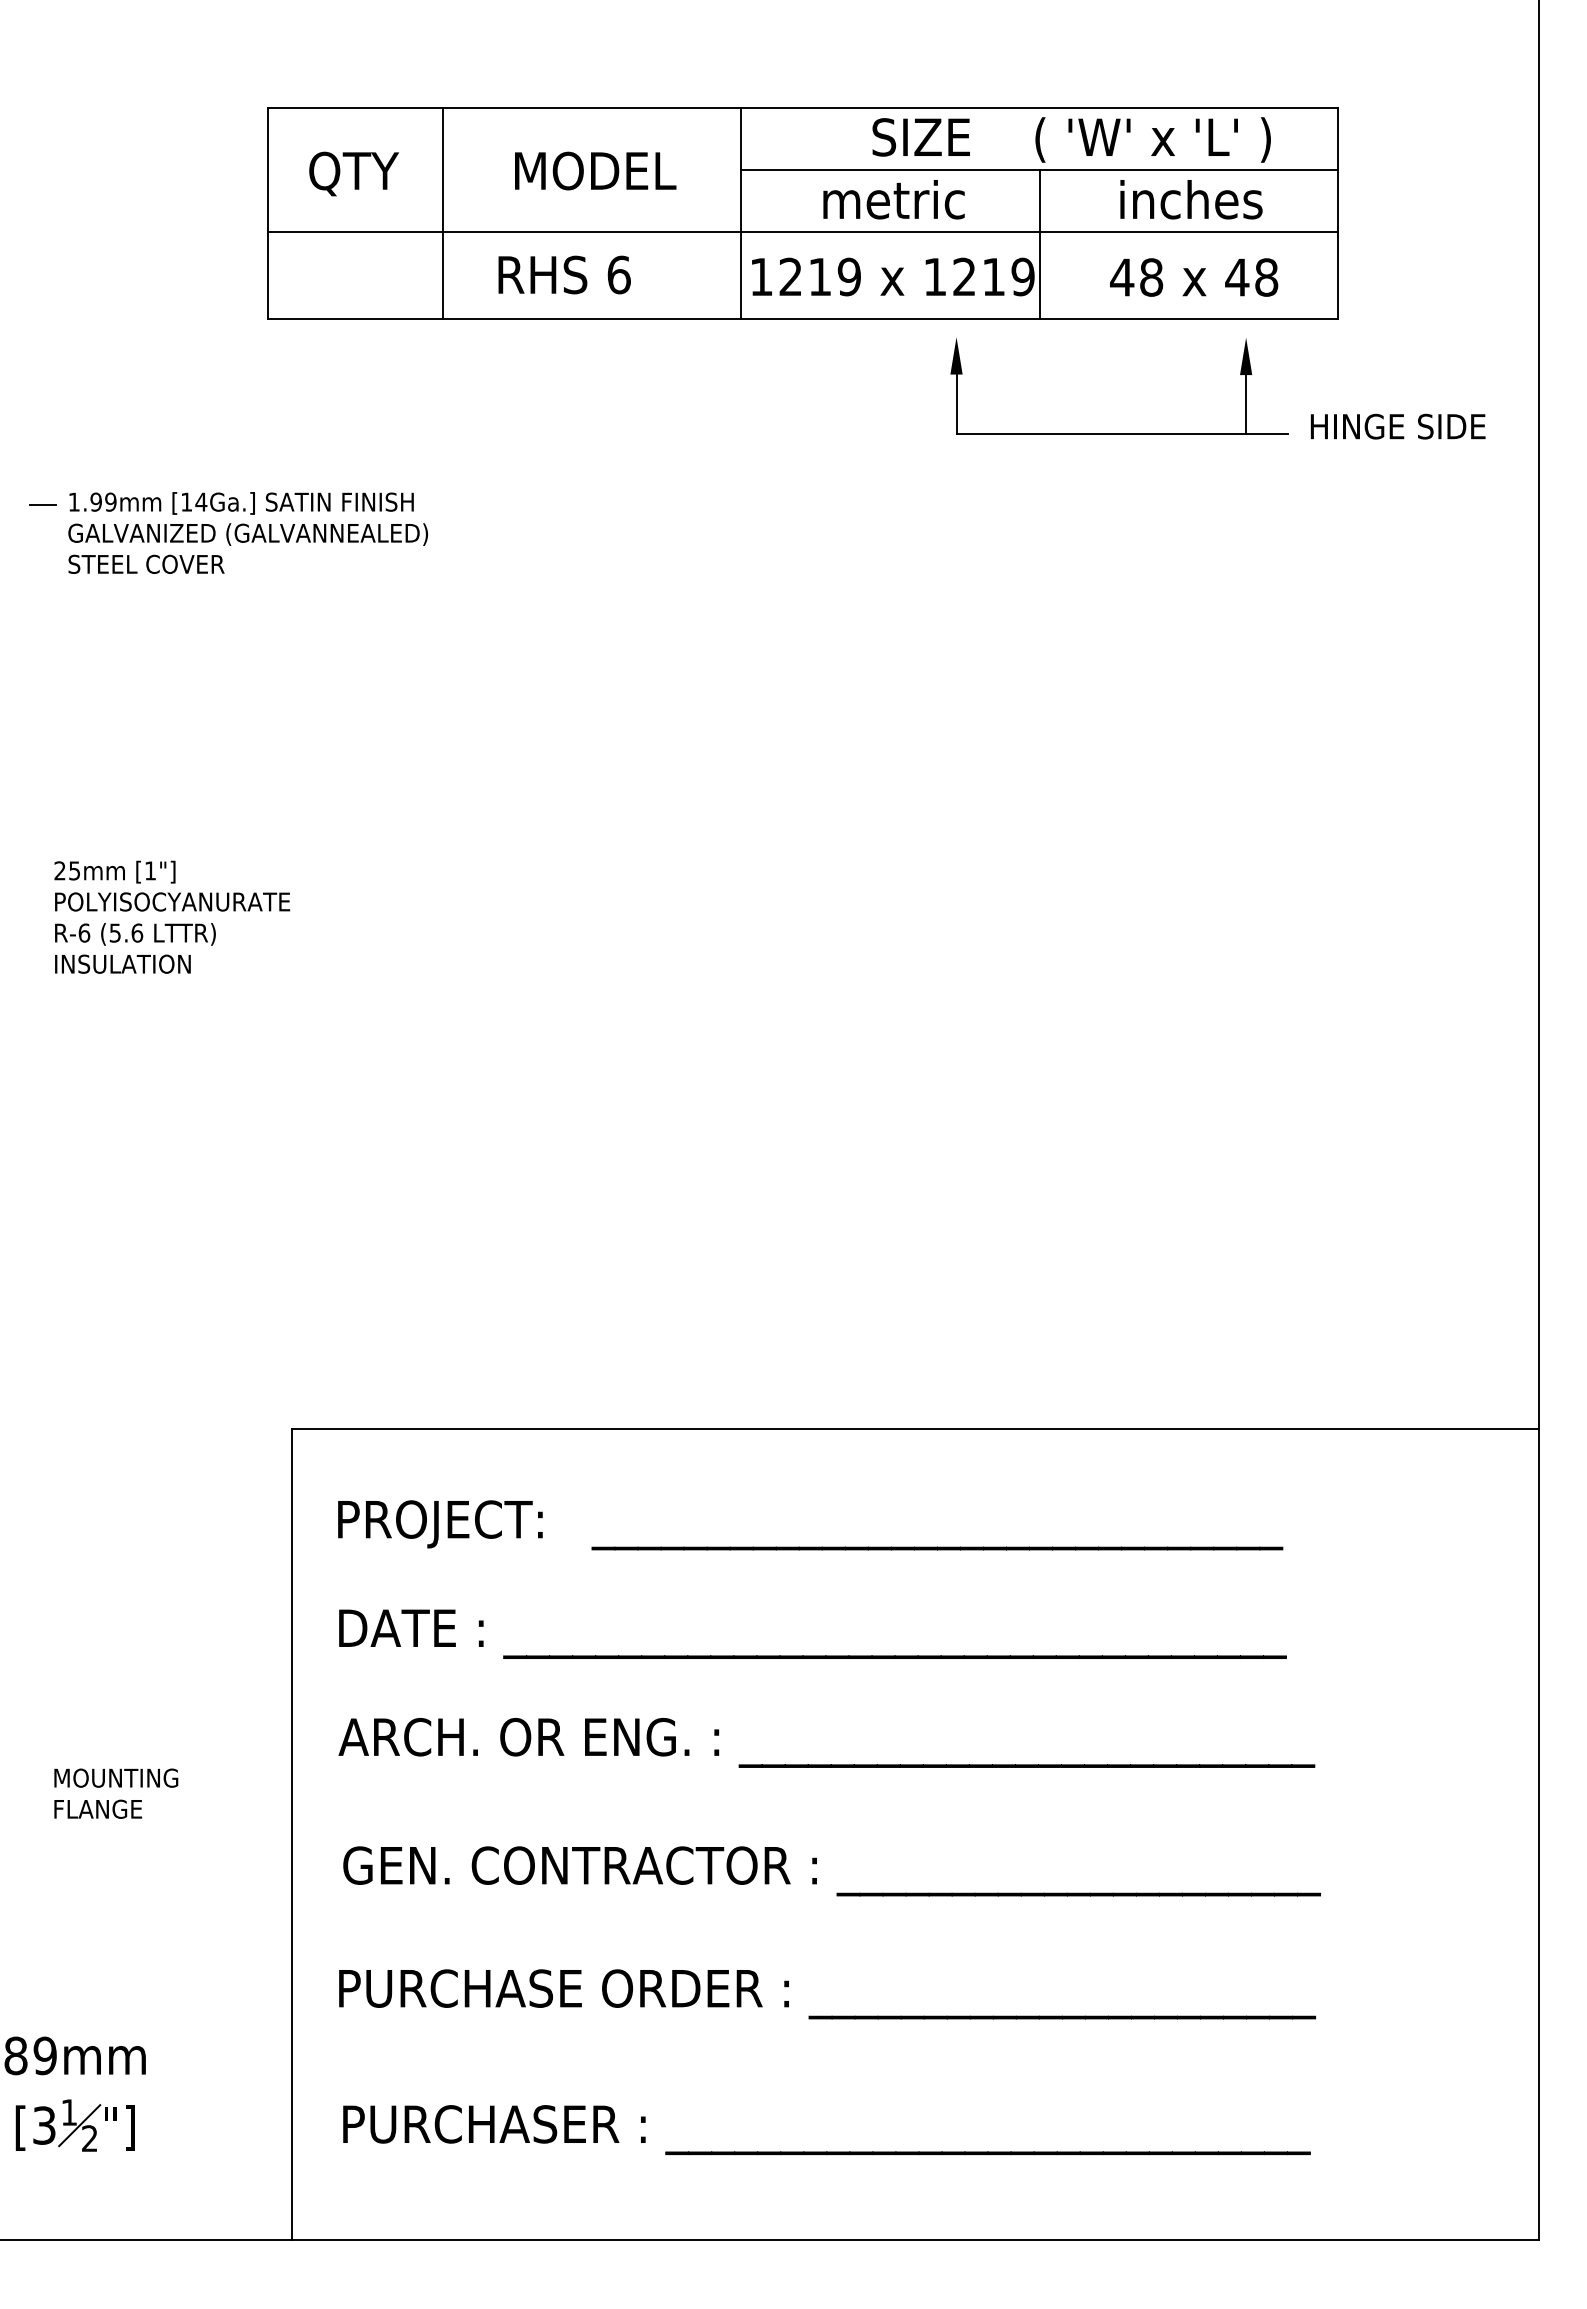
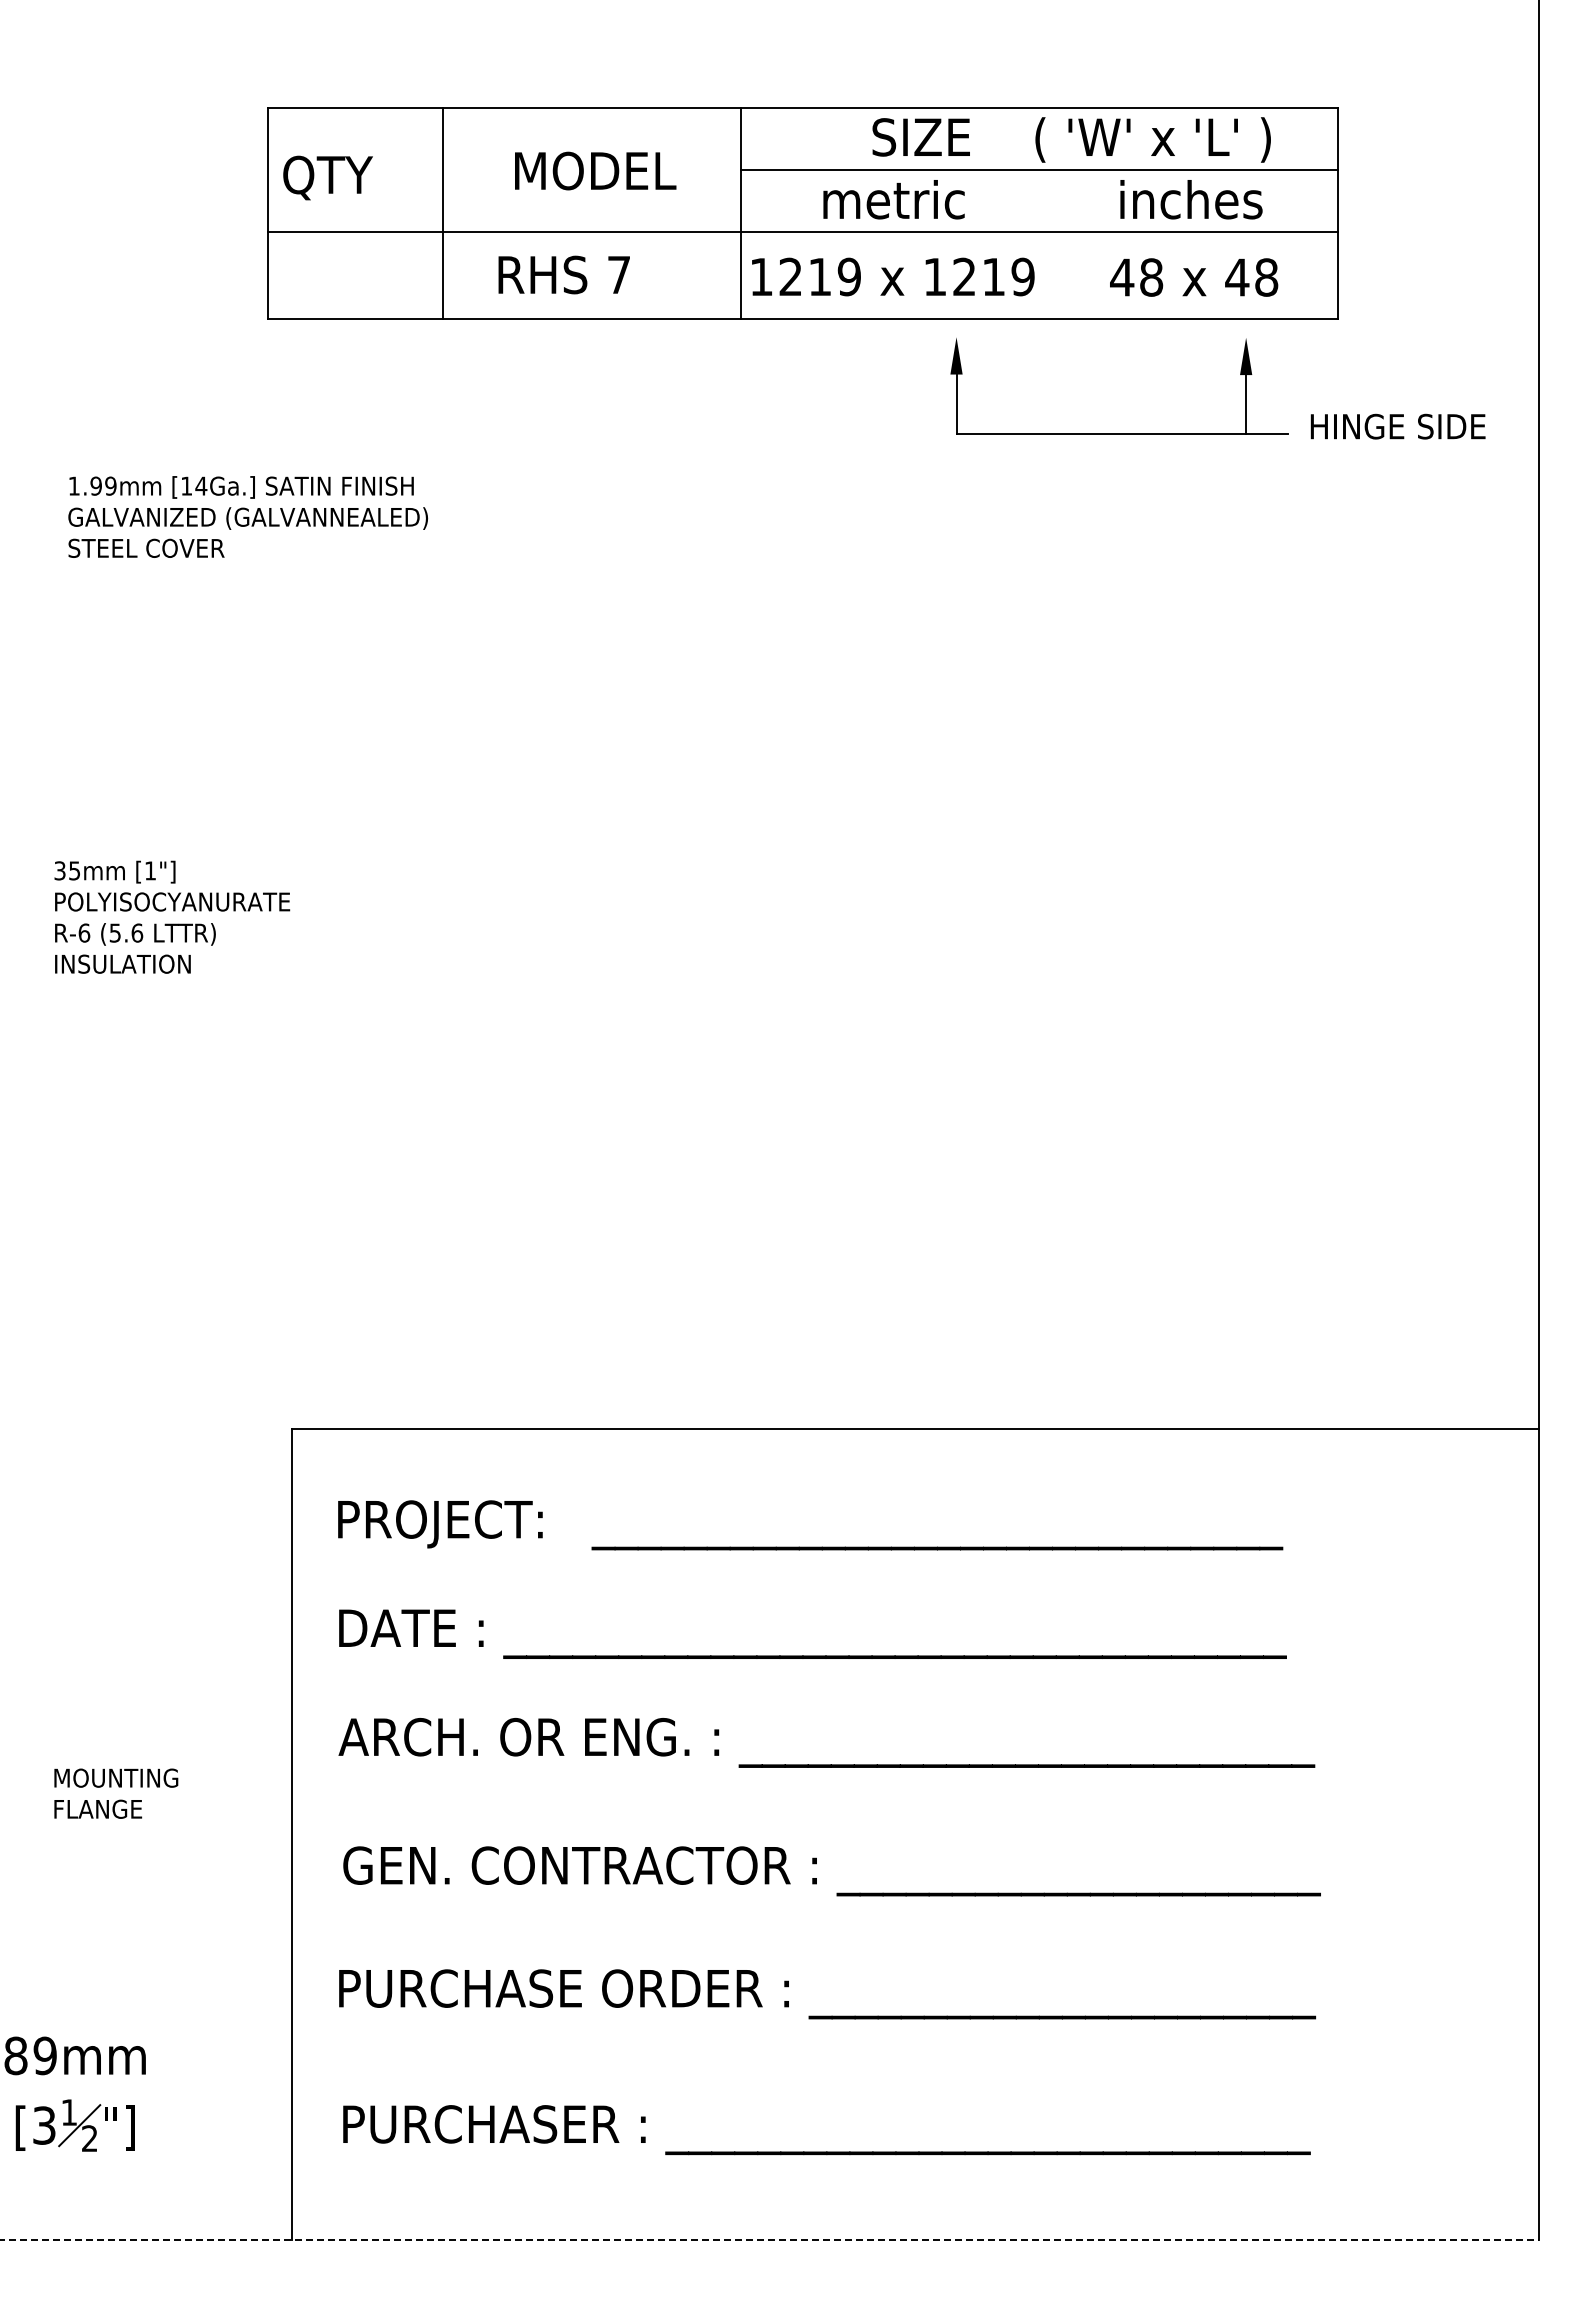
text at (353, 173) position: (353, 173) -> (327, 177)
line at (1039, 244): present -> none
text at (618, 274): 6 -> 7
line at (42, 504): present -> none
text at (247, 532) position: (247, 532) -> (247, 516)
text at (59, 870): 25mm -> 35mm
line at (770, 2239): solid -> dashed
